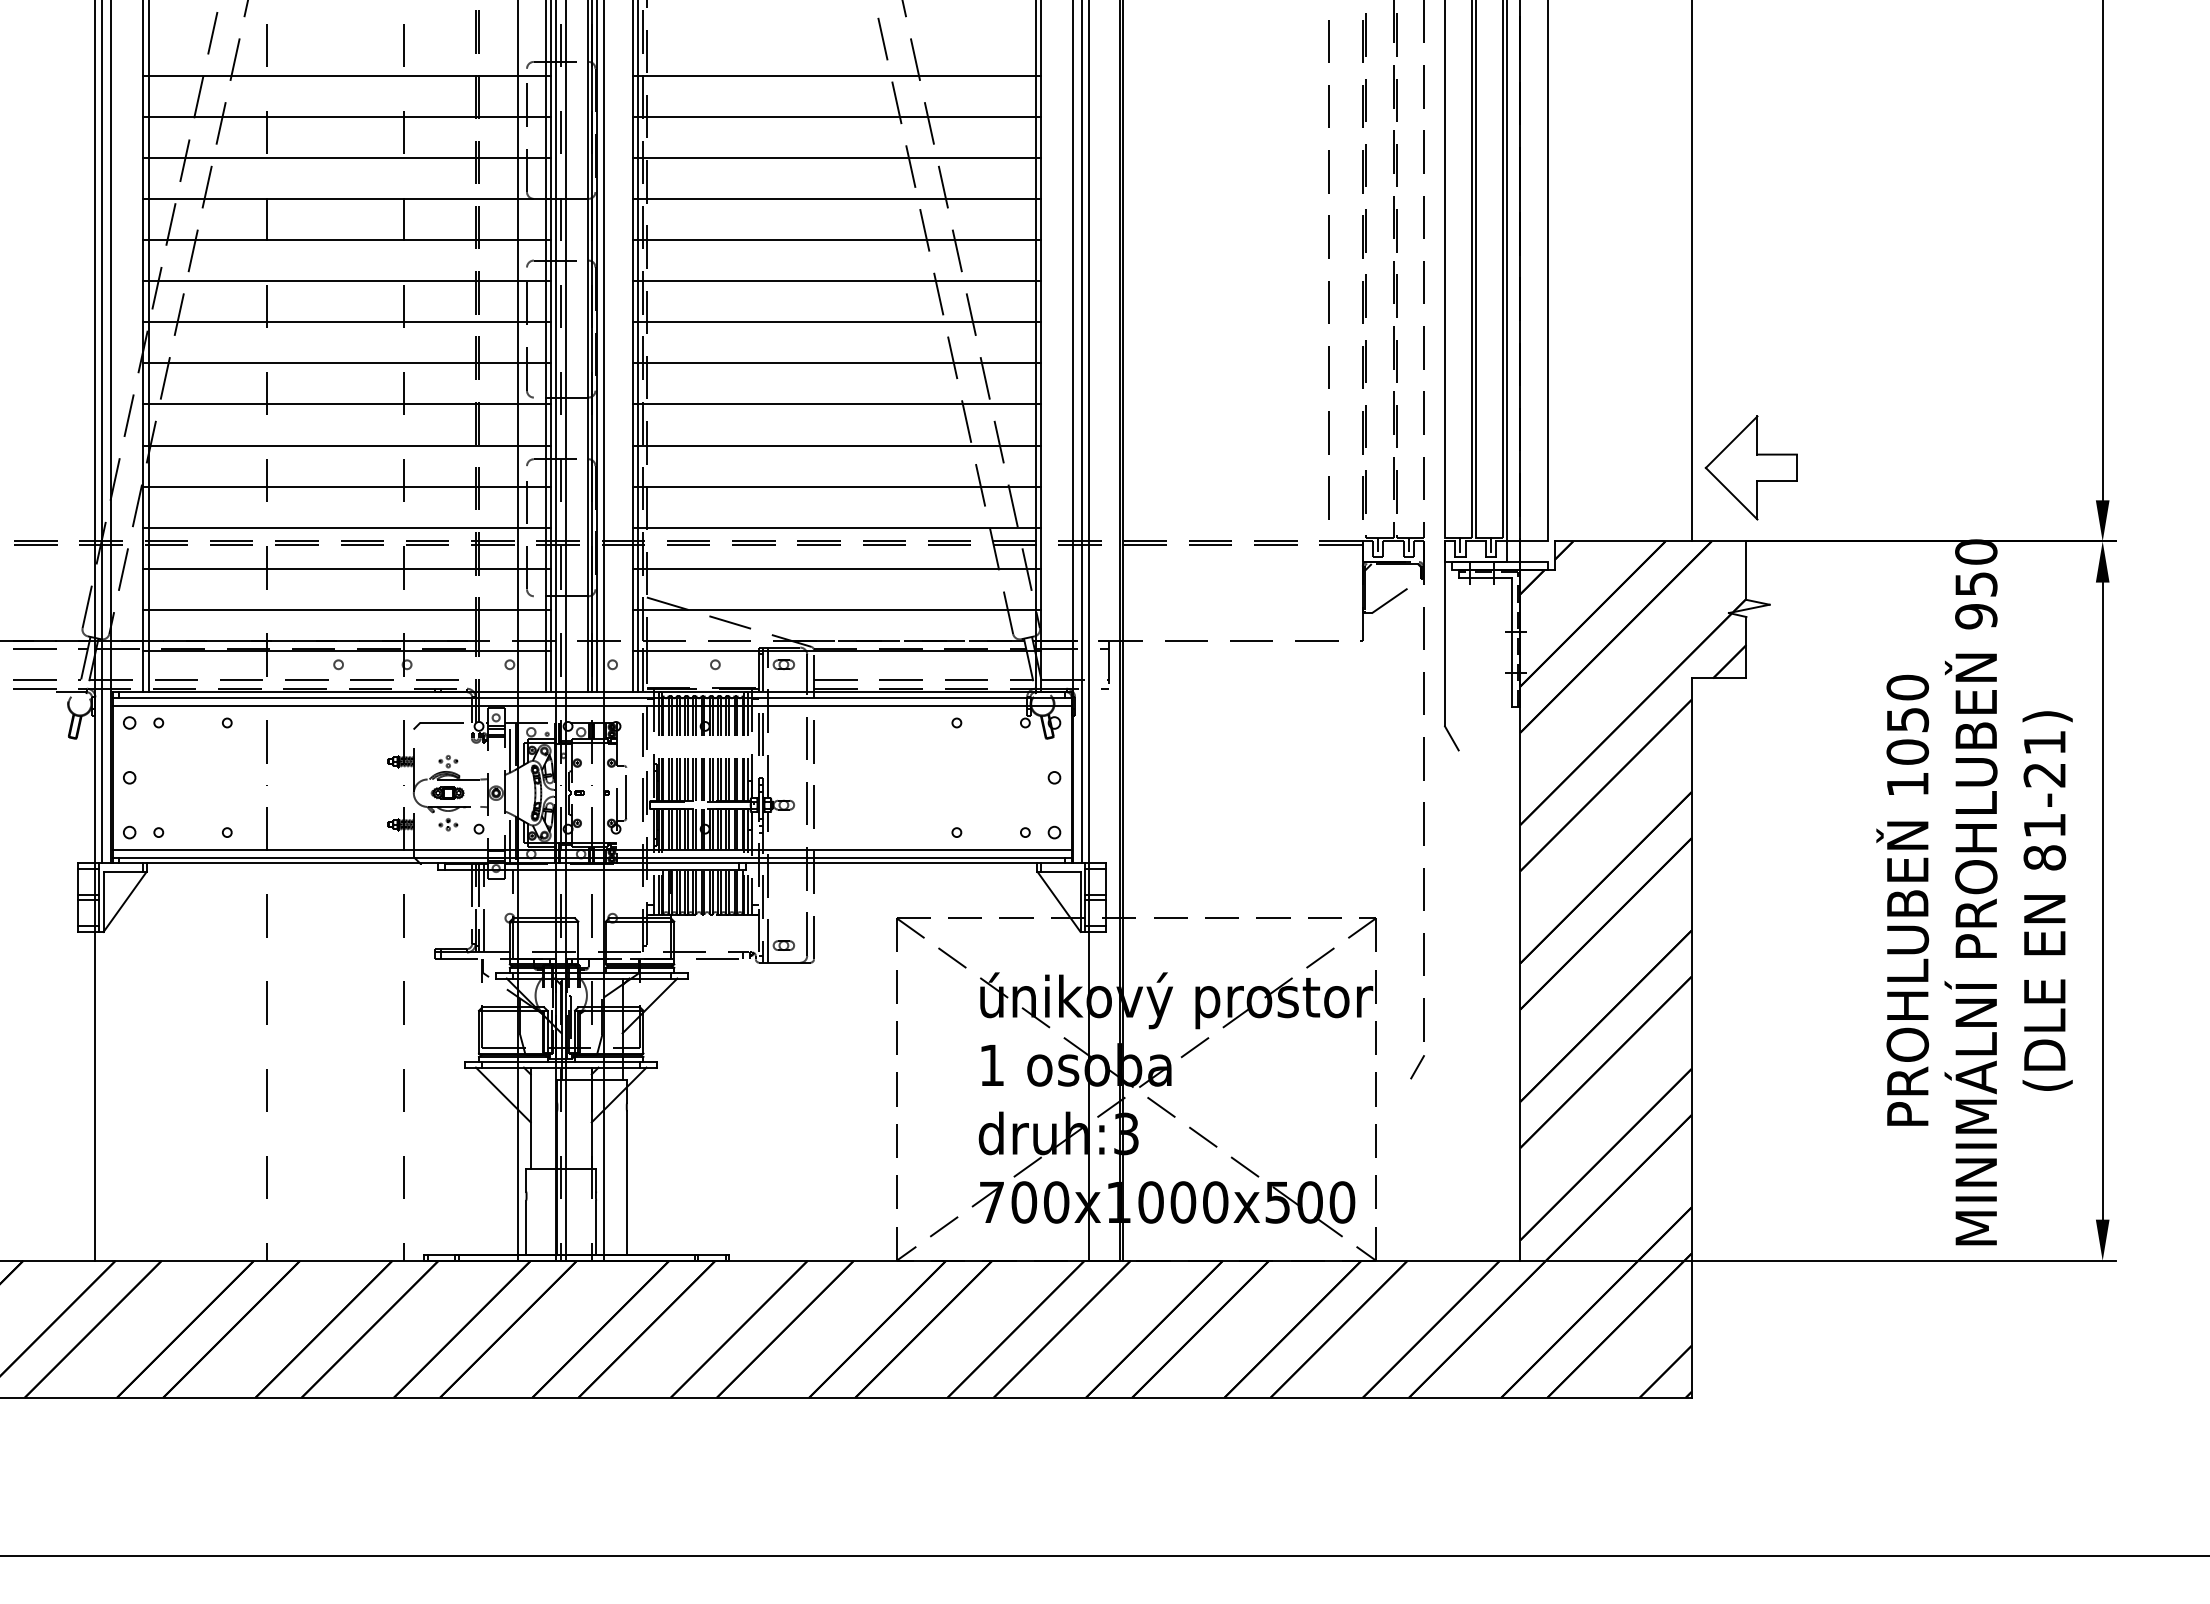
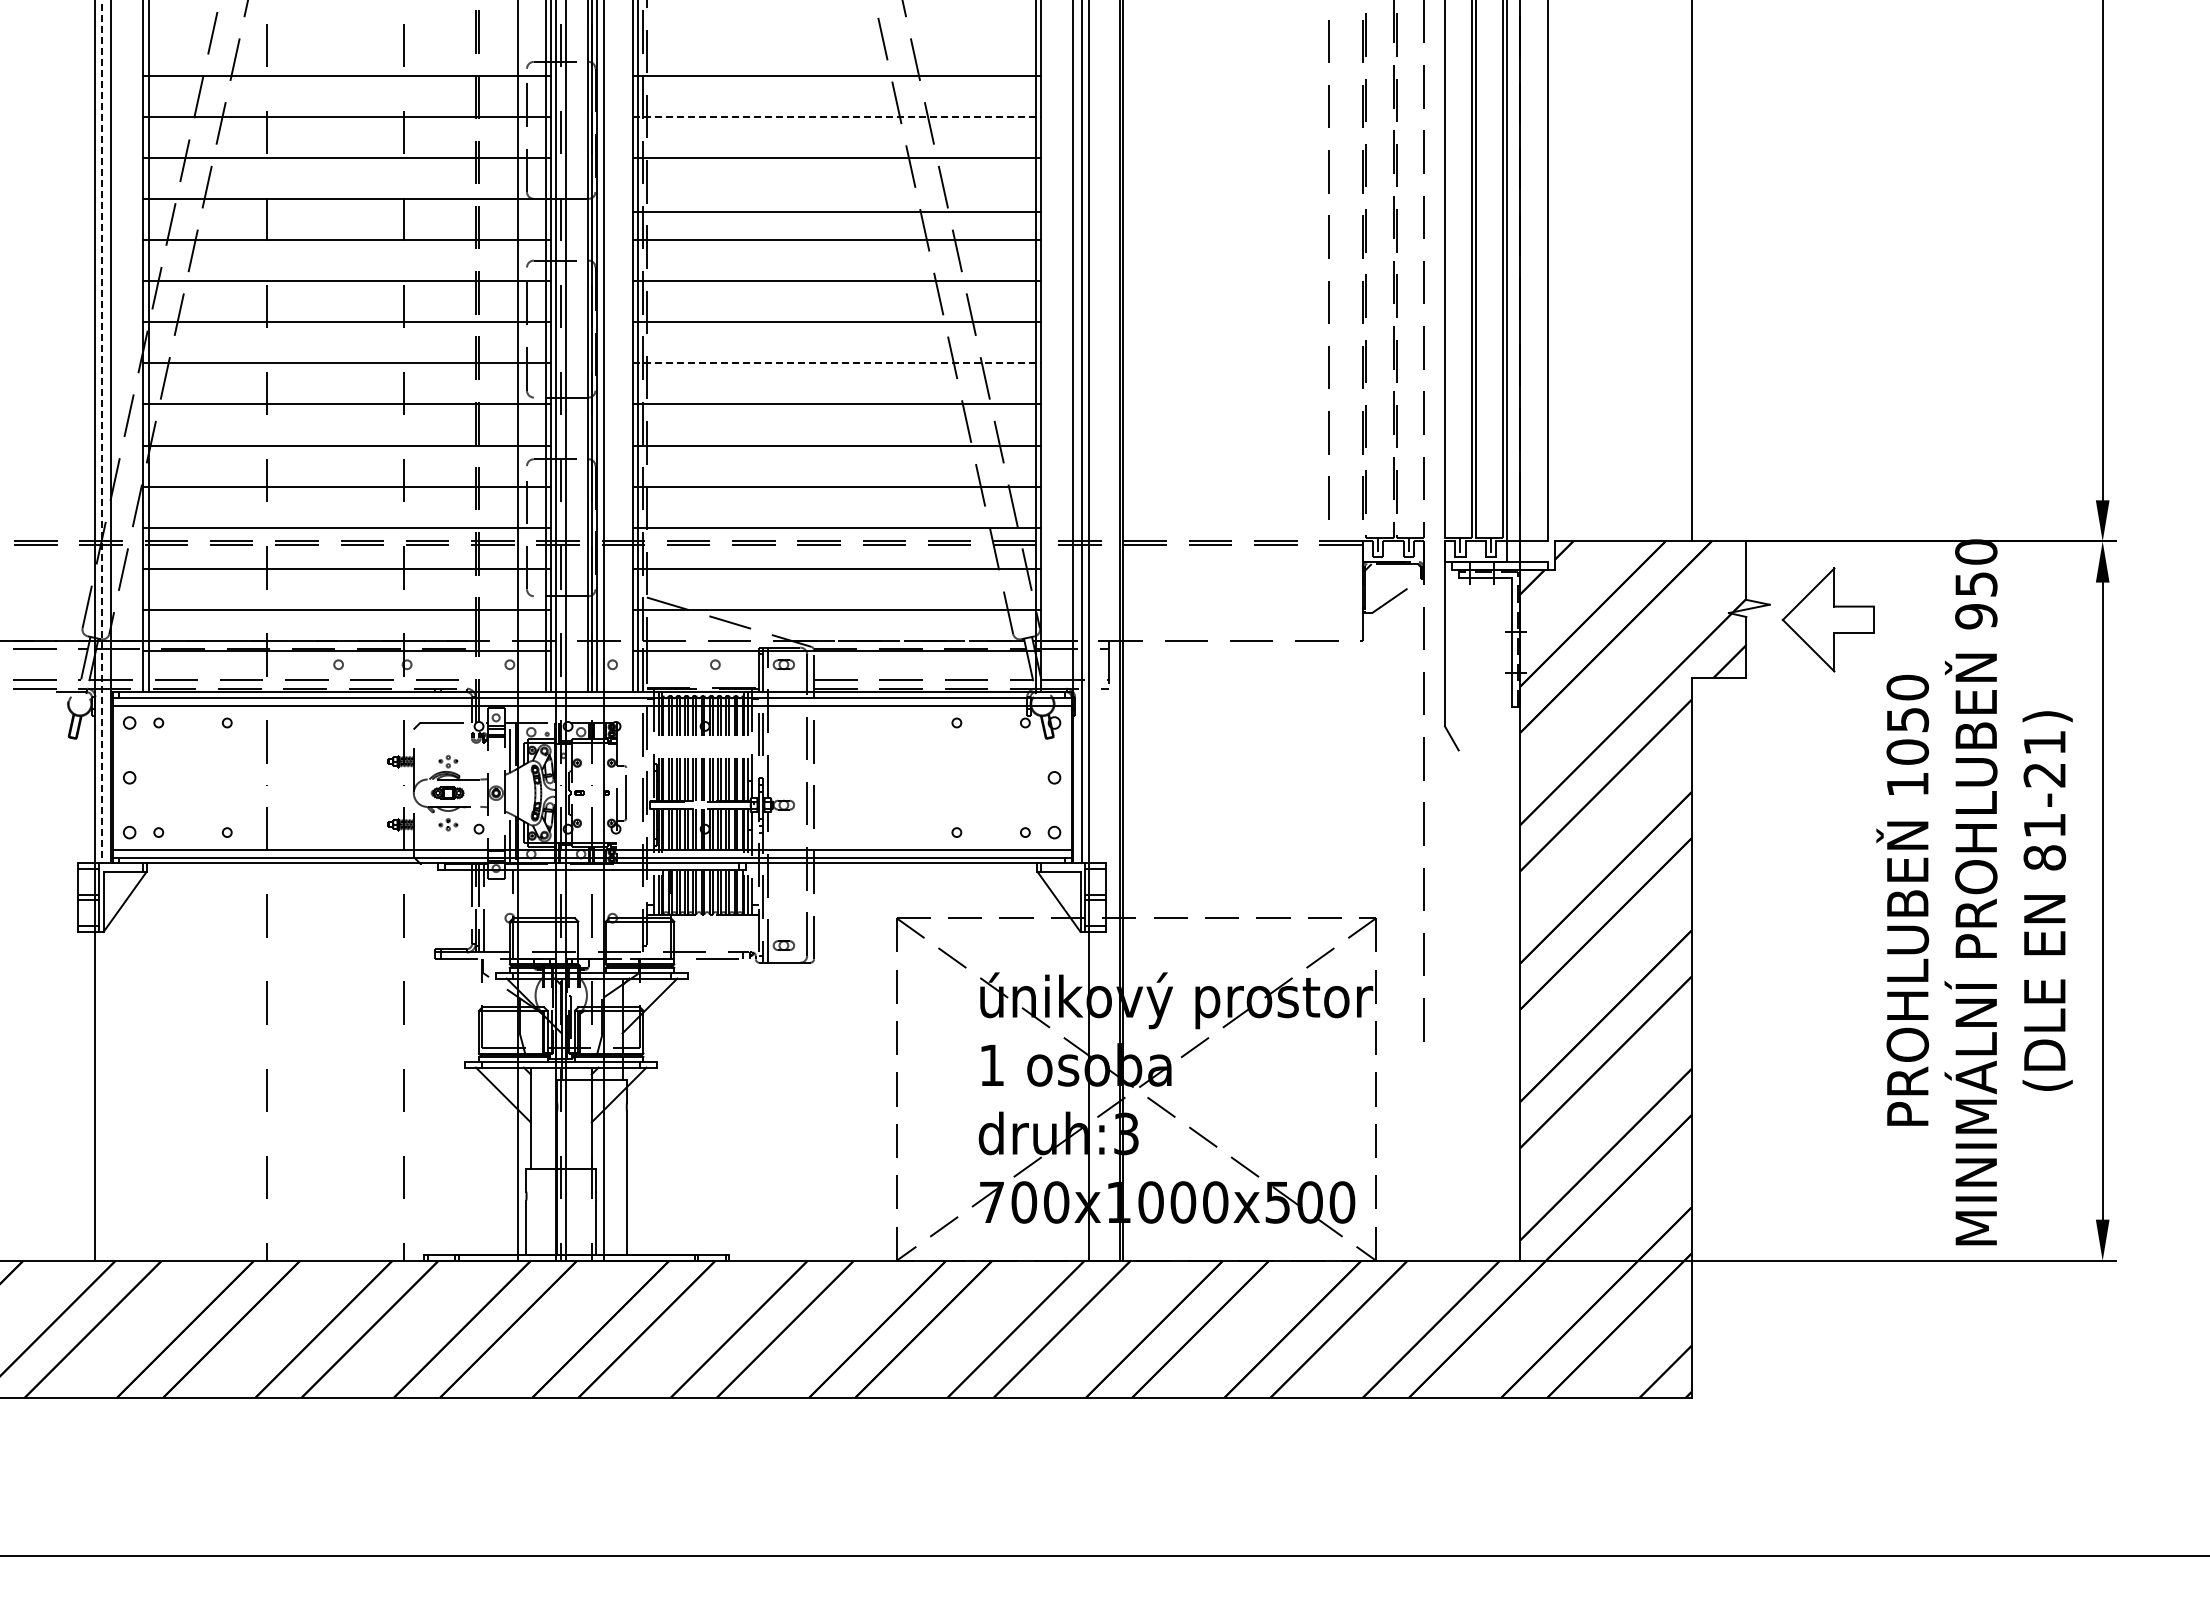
line at (837, 116): solid -> dashed
line at (836, 198) position: (836, 198) -> (836, 211)
line at (837, 363): solid -> dashed
line at (102, 432): solid -> dashed
part at (1750, 467) position: (1750, 467) -> (1827, 619)
line at (1417, 1067): present -> none
